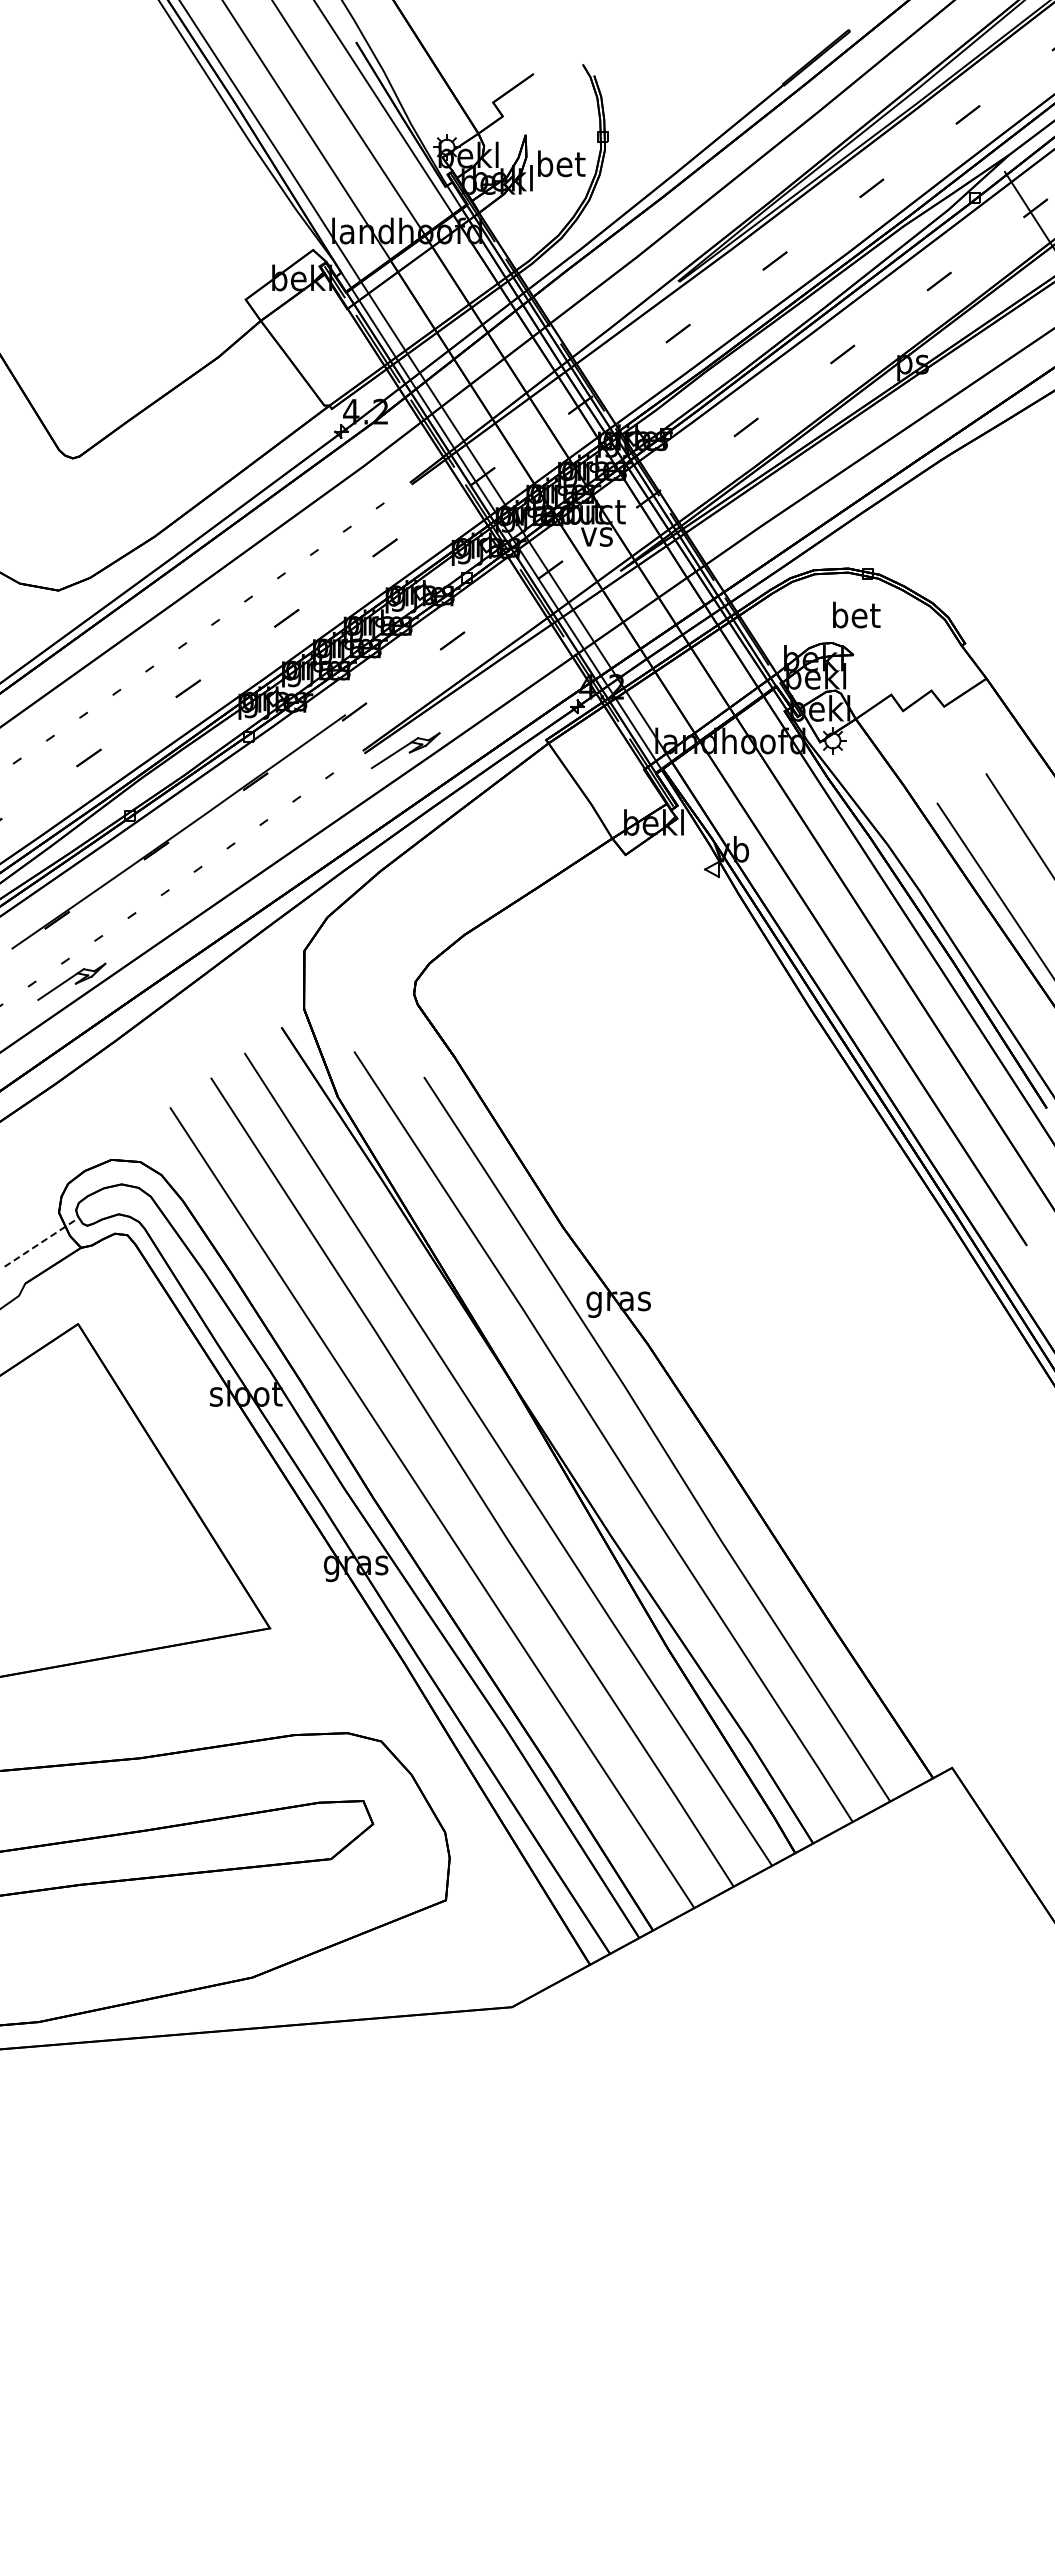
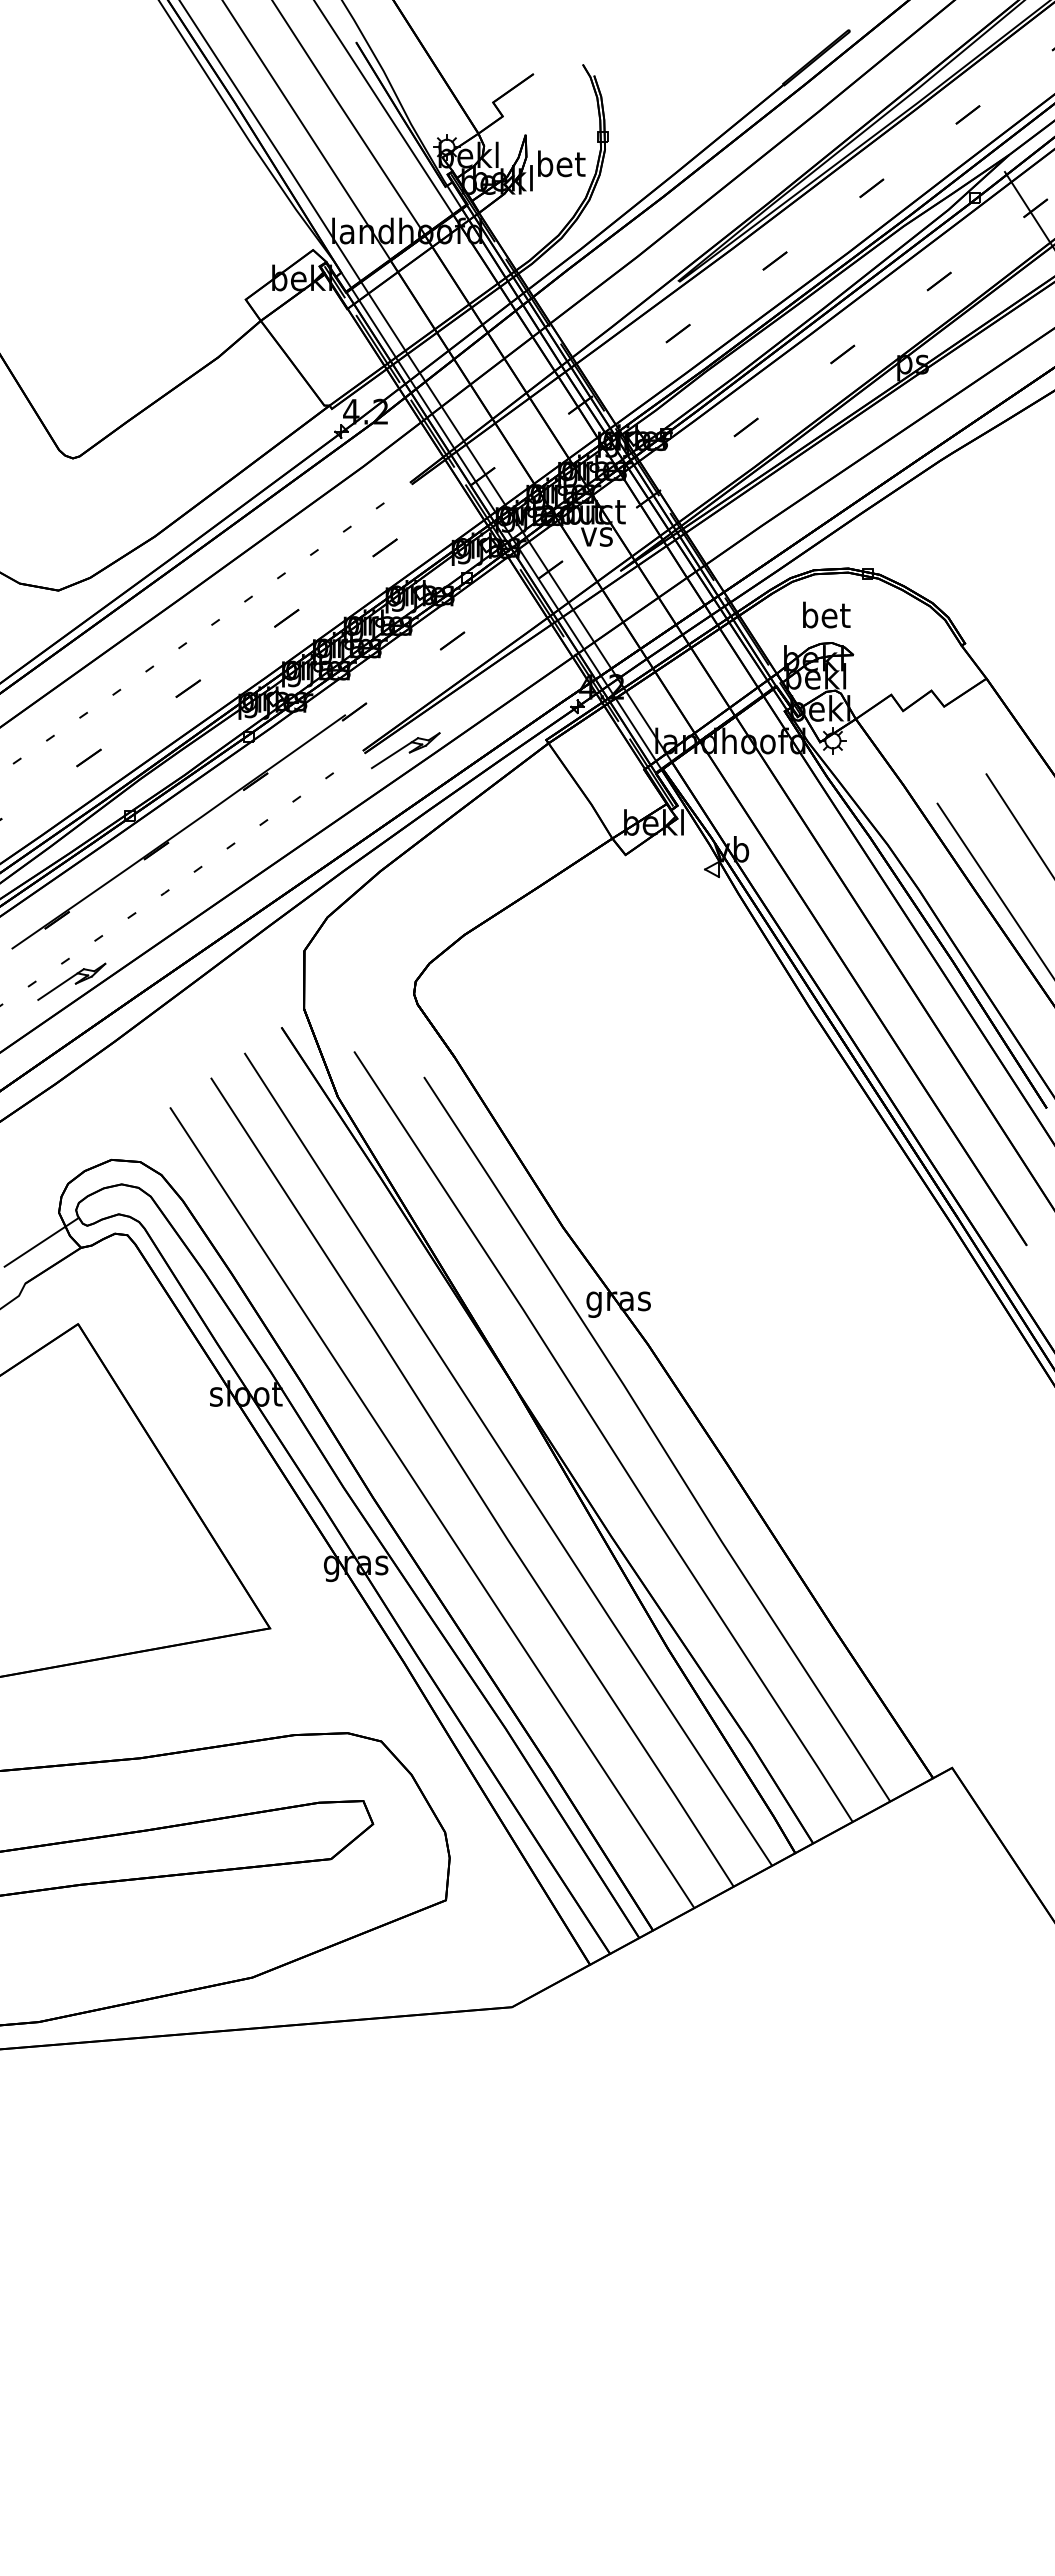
text at (856, 614) position: (856, 614) -> (826, 614)
line at (41, 1242): dashed -> solid
